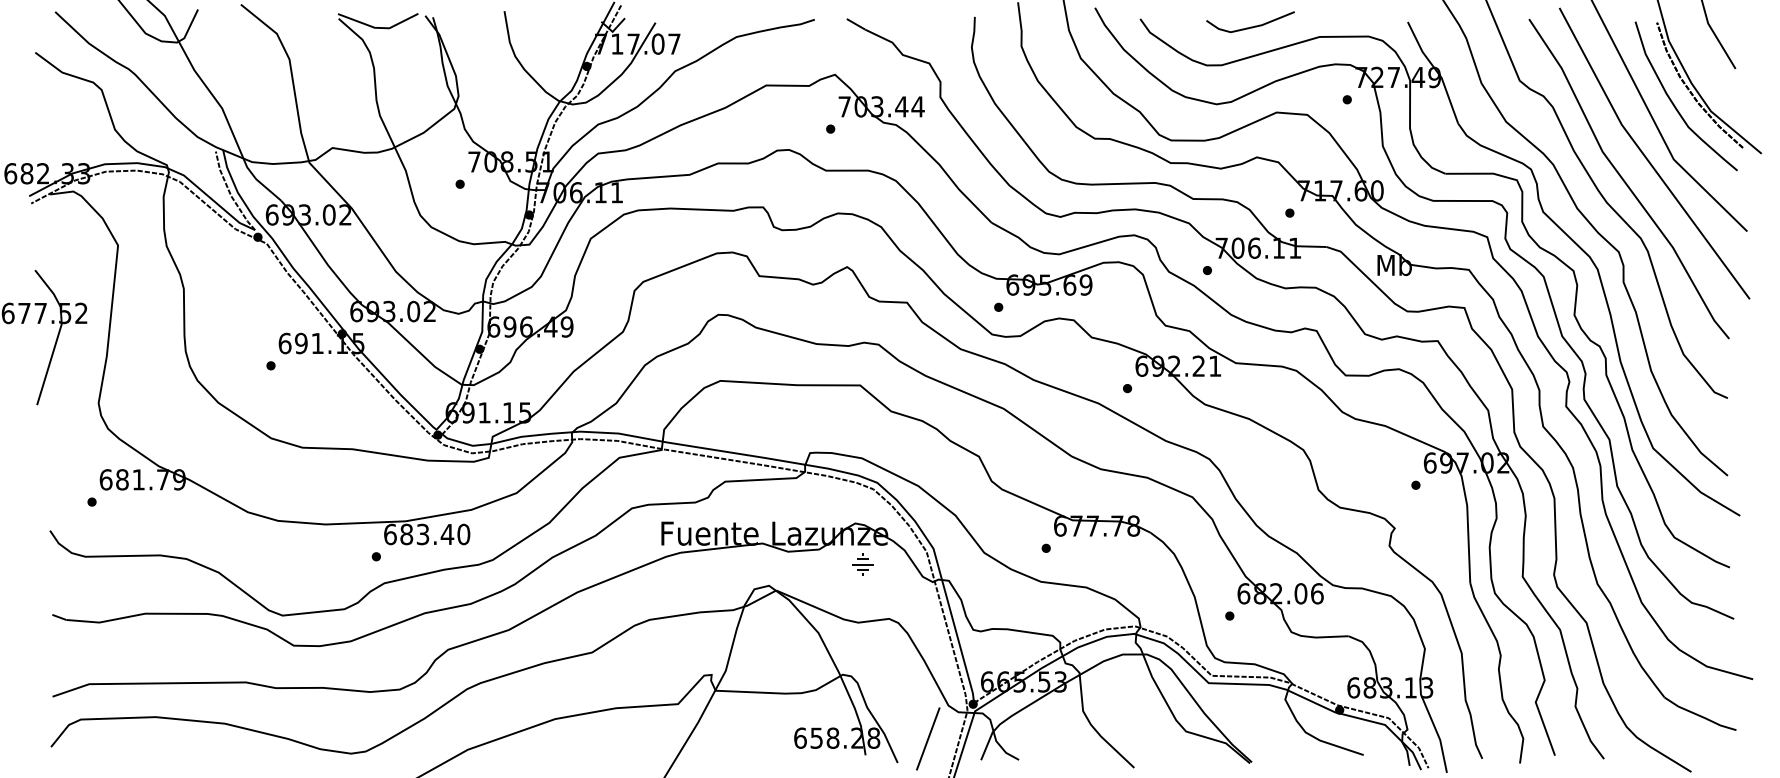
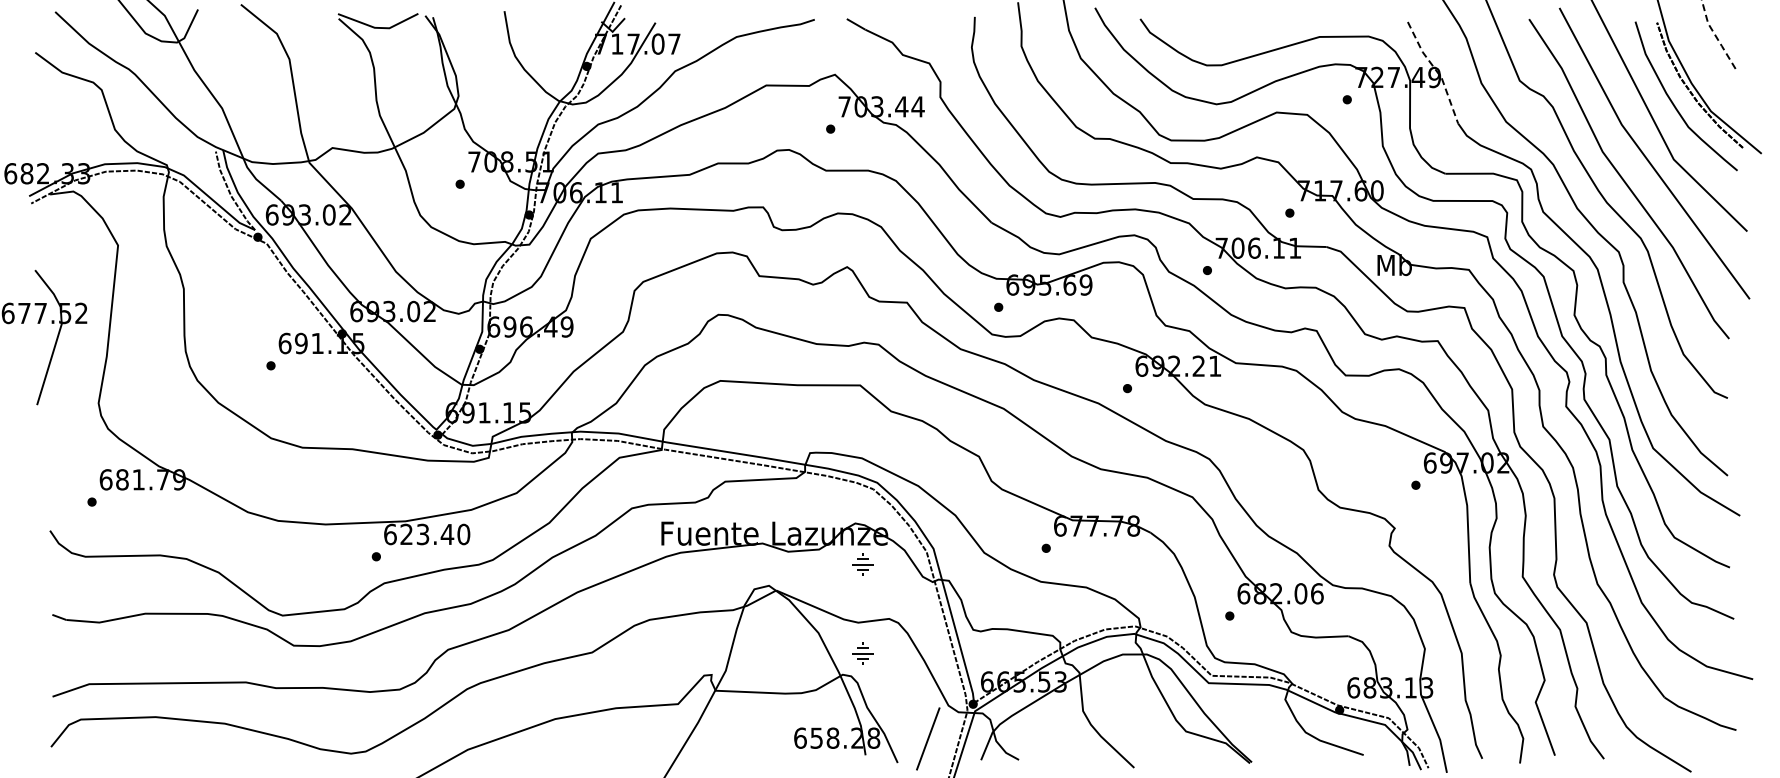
line at (1250, 26): present -> none
line at (1715, 36): solid -> dashed
line at (1436, 70): solid -> dashed
text at (406, 534): 683.40 -> 623.40
part at (862, 653): none -> present
